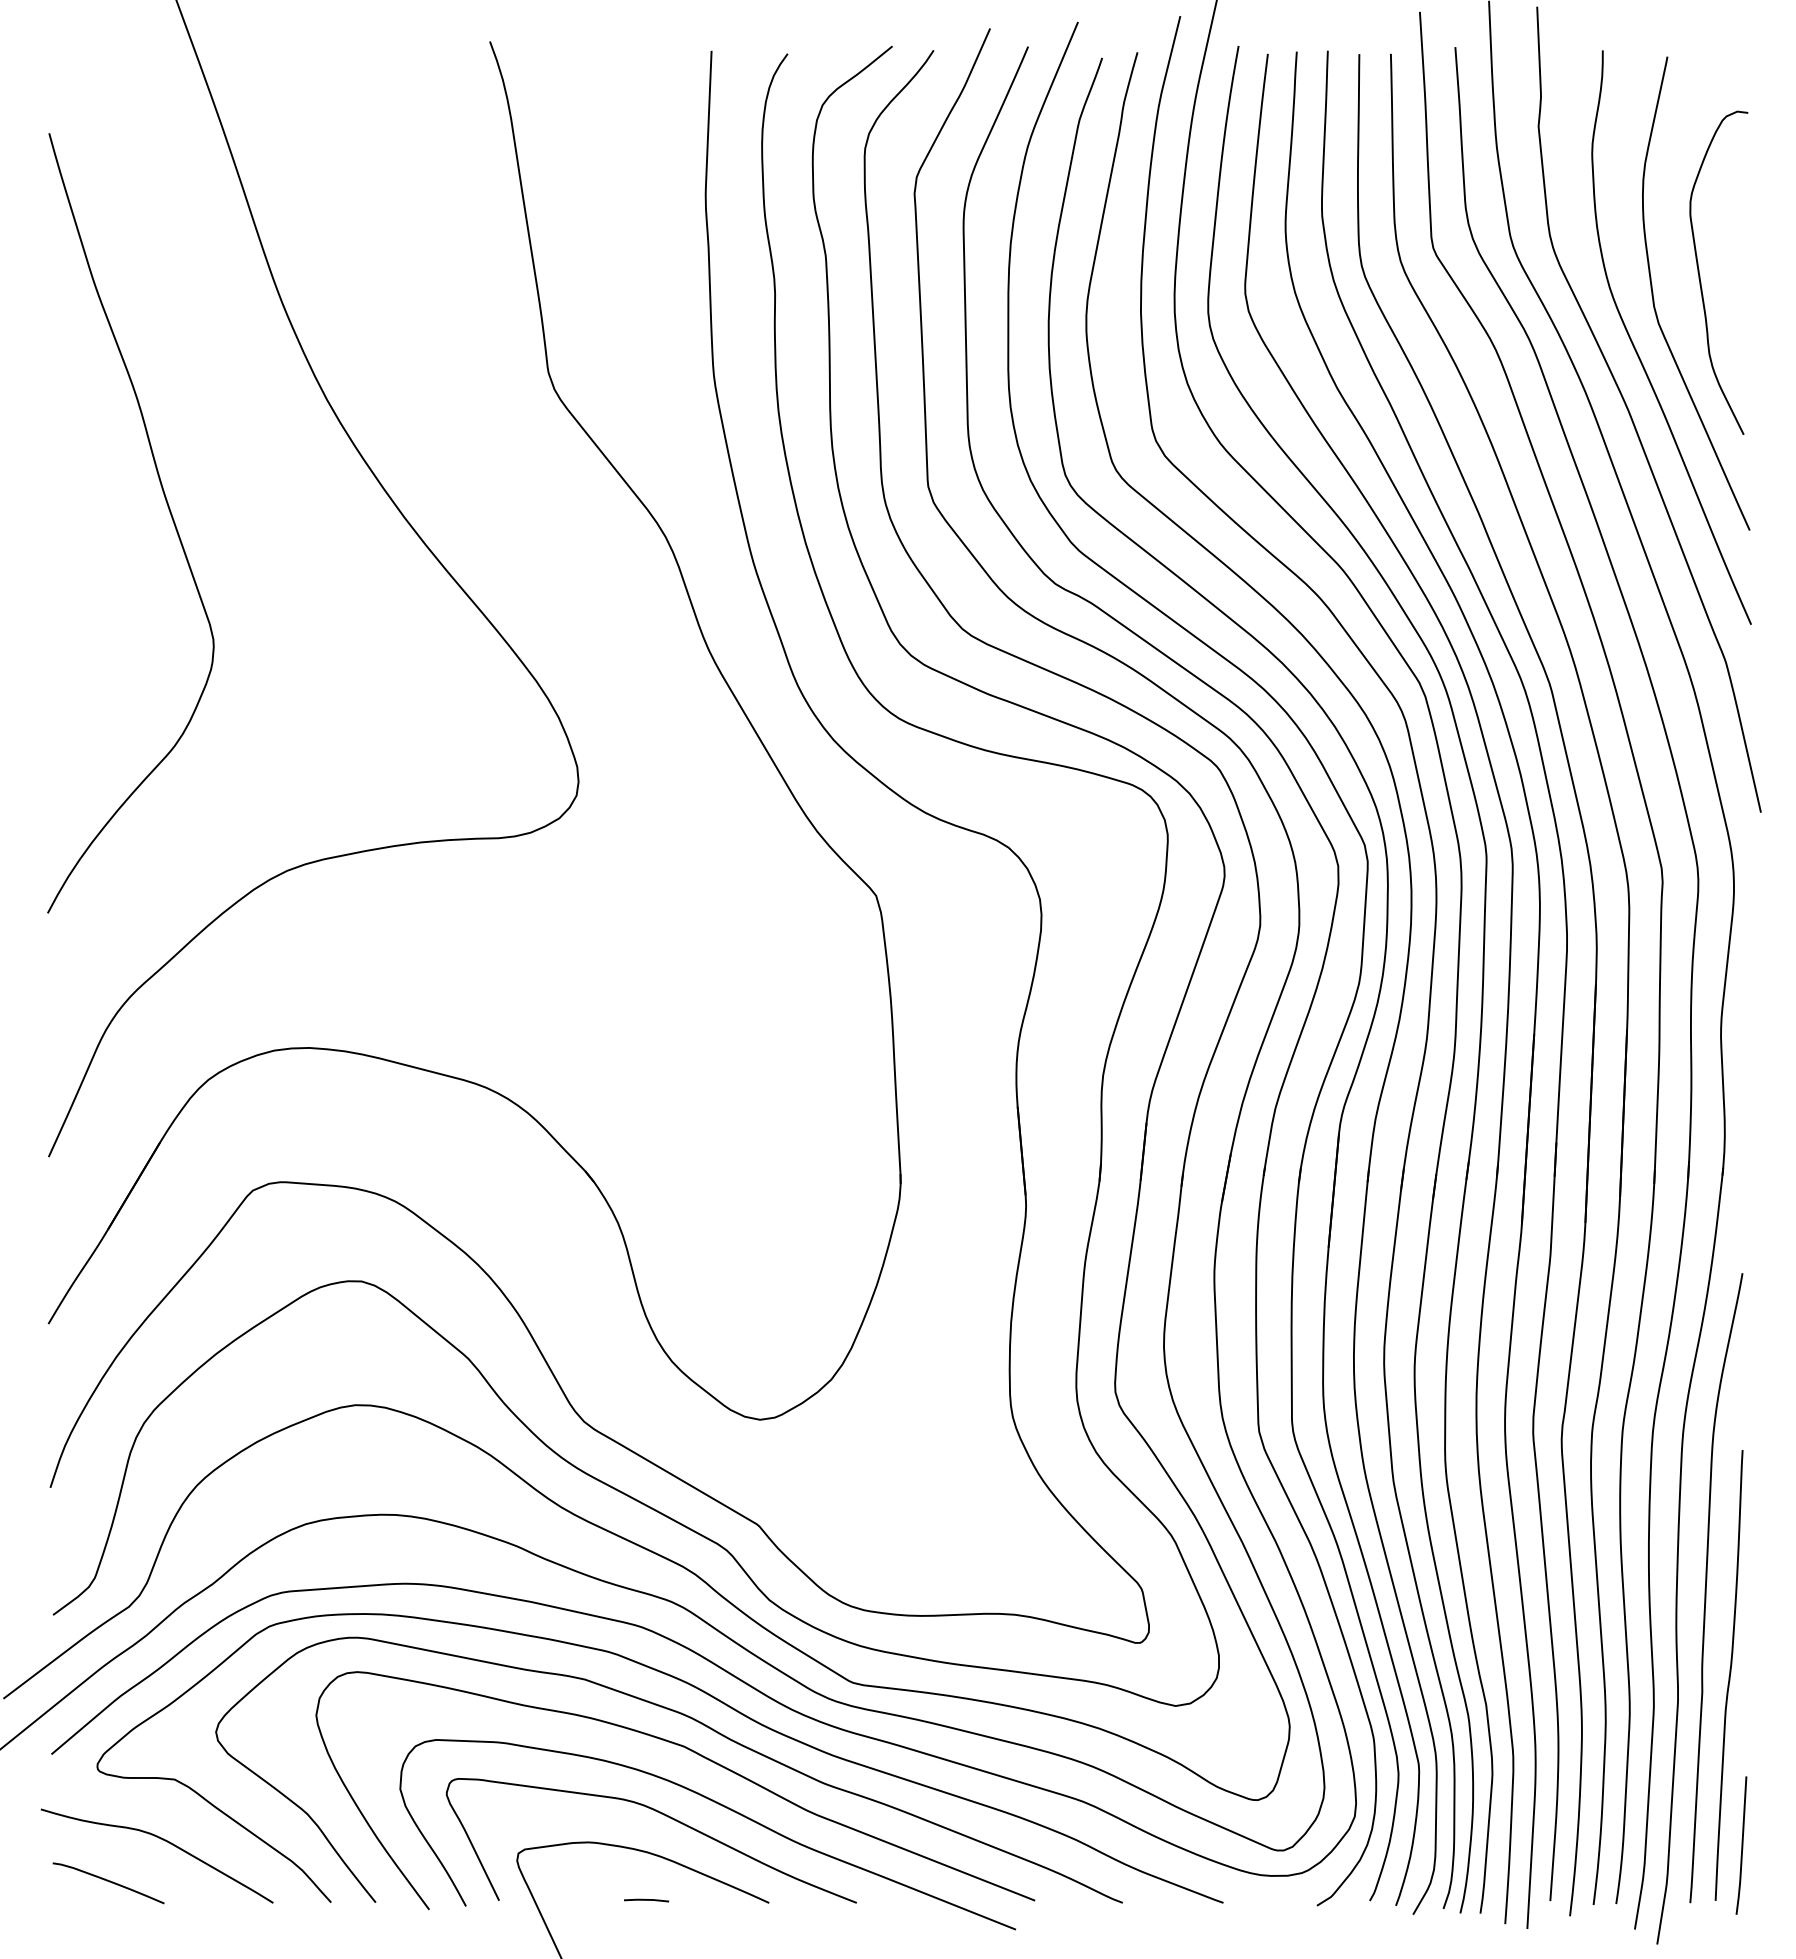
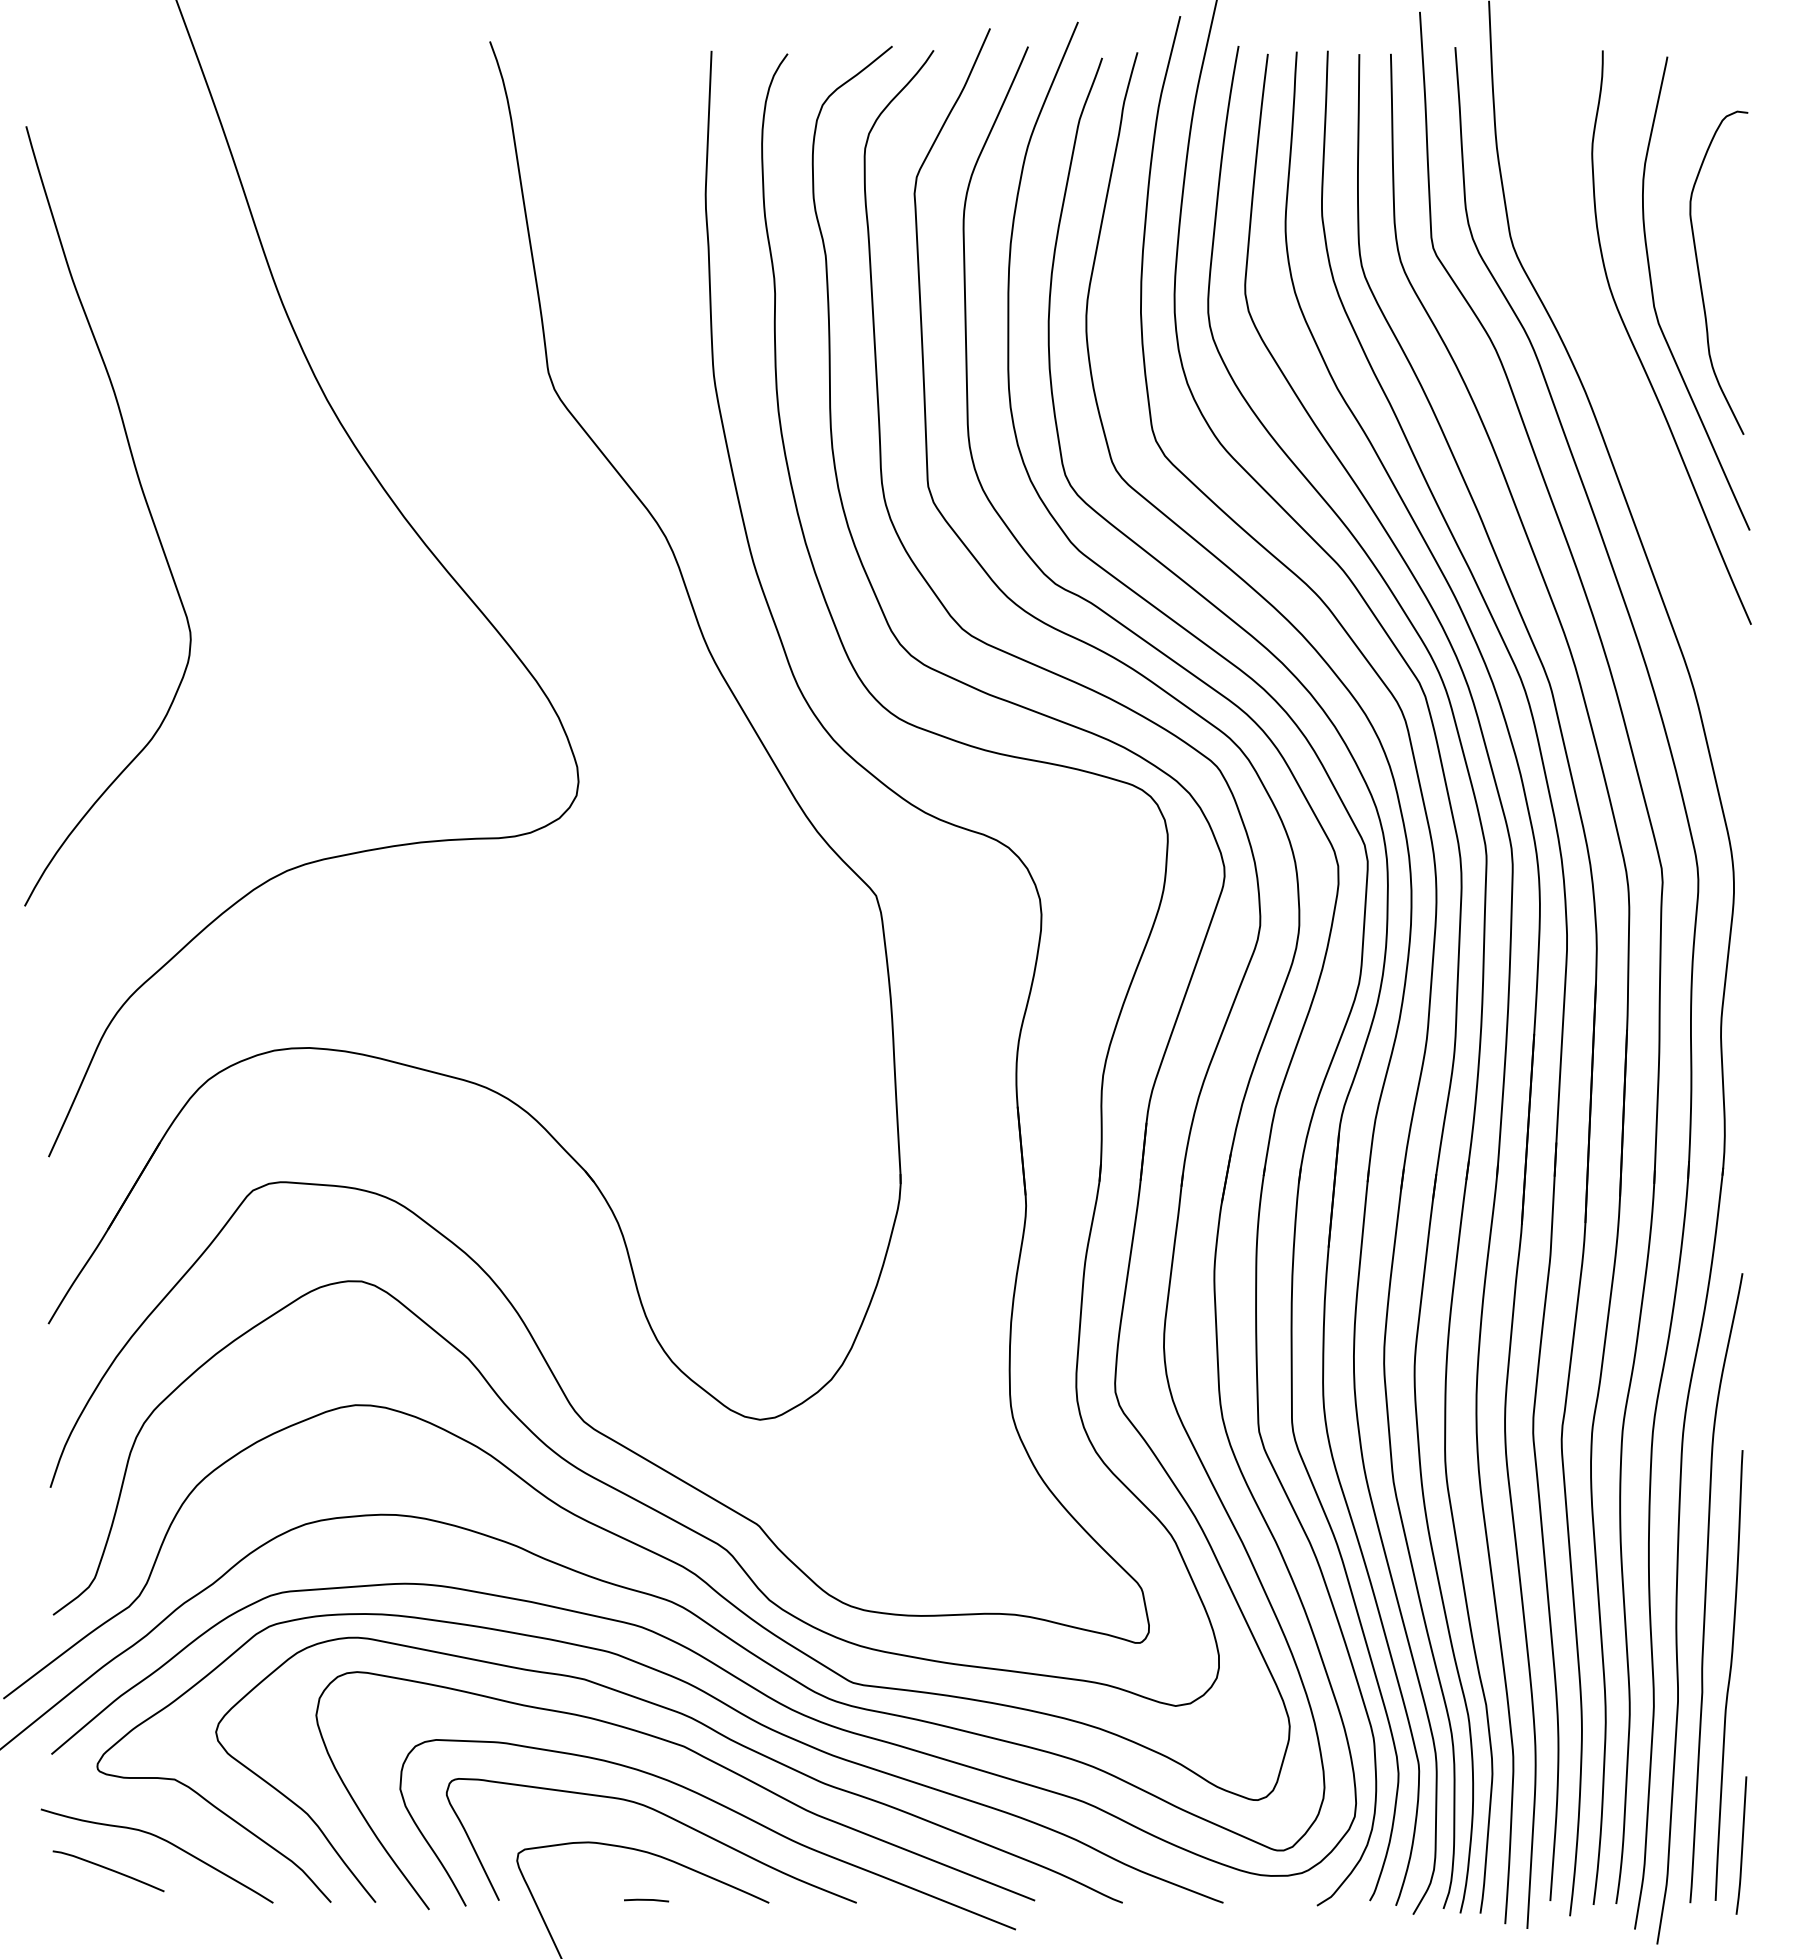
curve at (1632, 417): present -> none
curve at (168, 509) position: (168, 509) -> (145, 502)
curve at (109, 1882) position: (109, 1882) -> (109, 1870)
